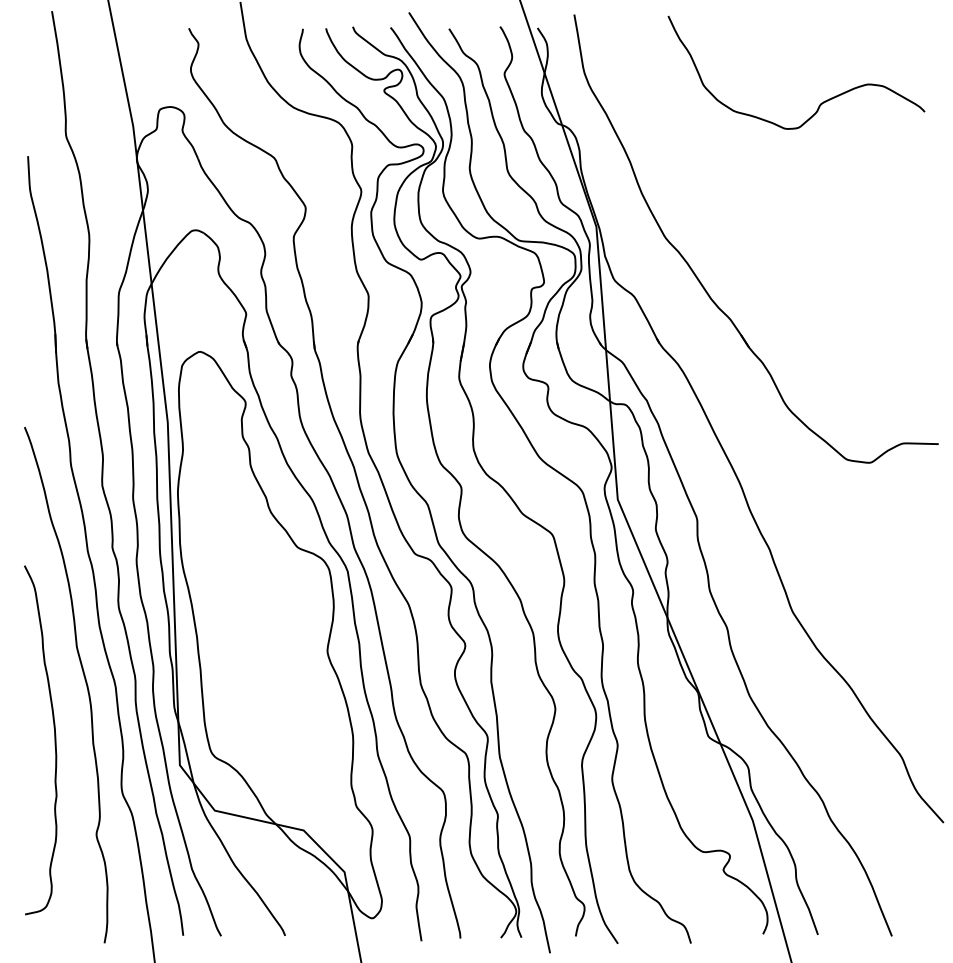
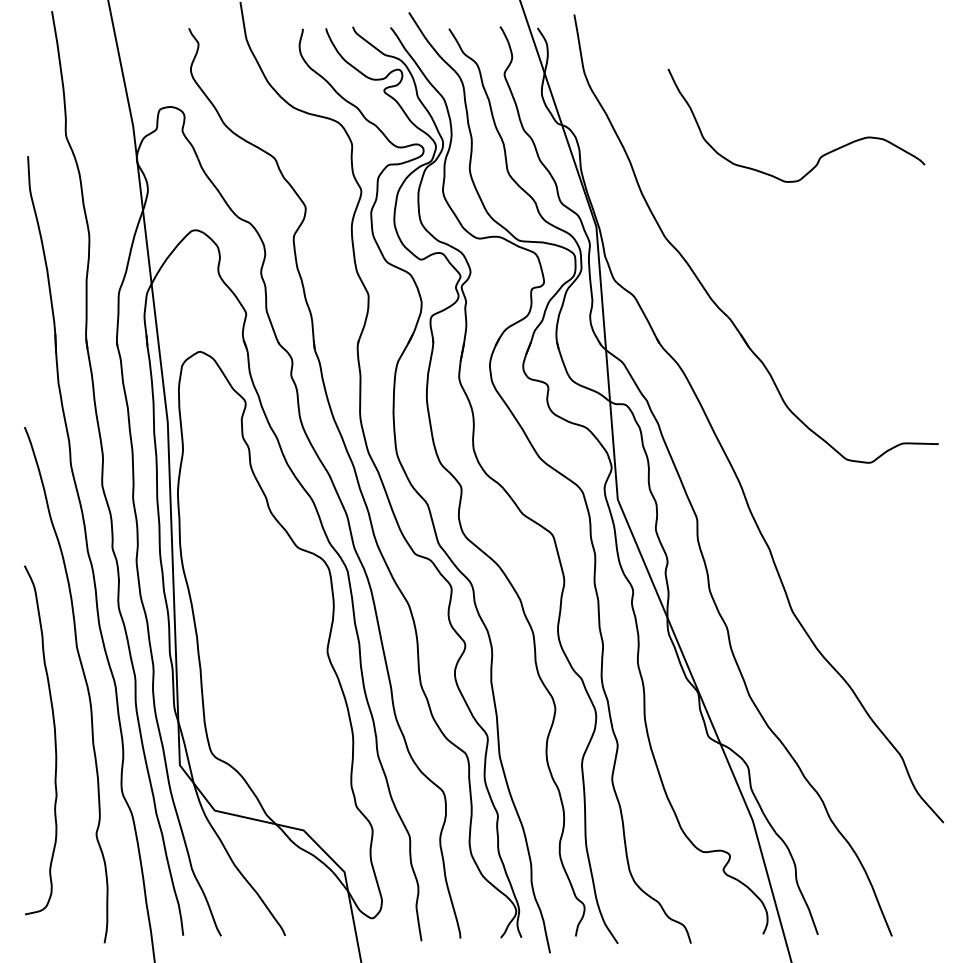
curve at (821, 102) position: (821, 102) -> (821, 155)
